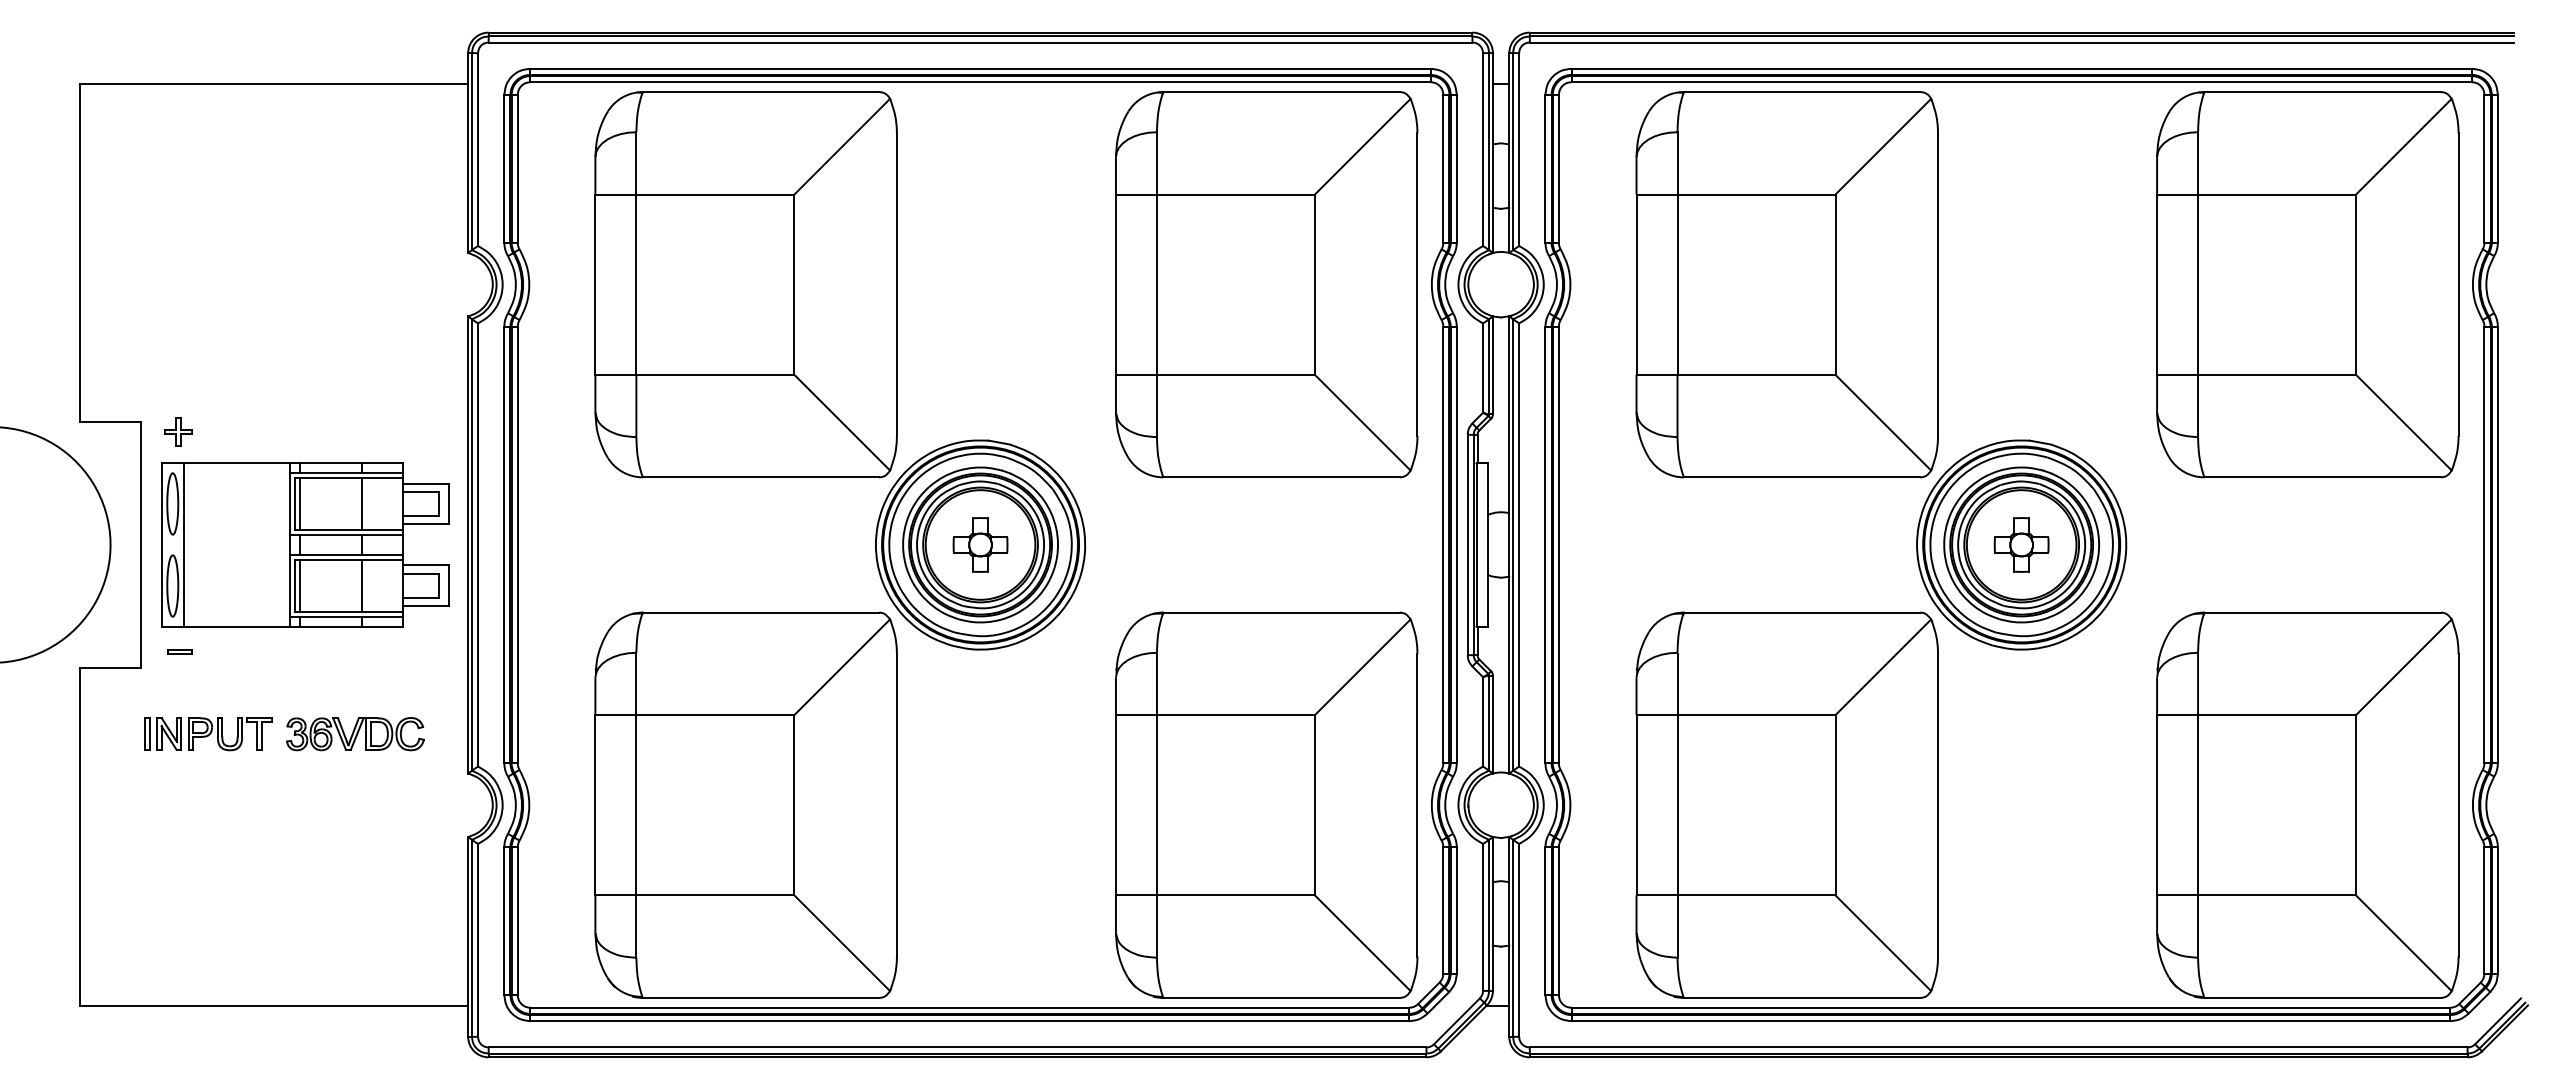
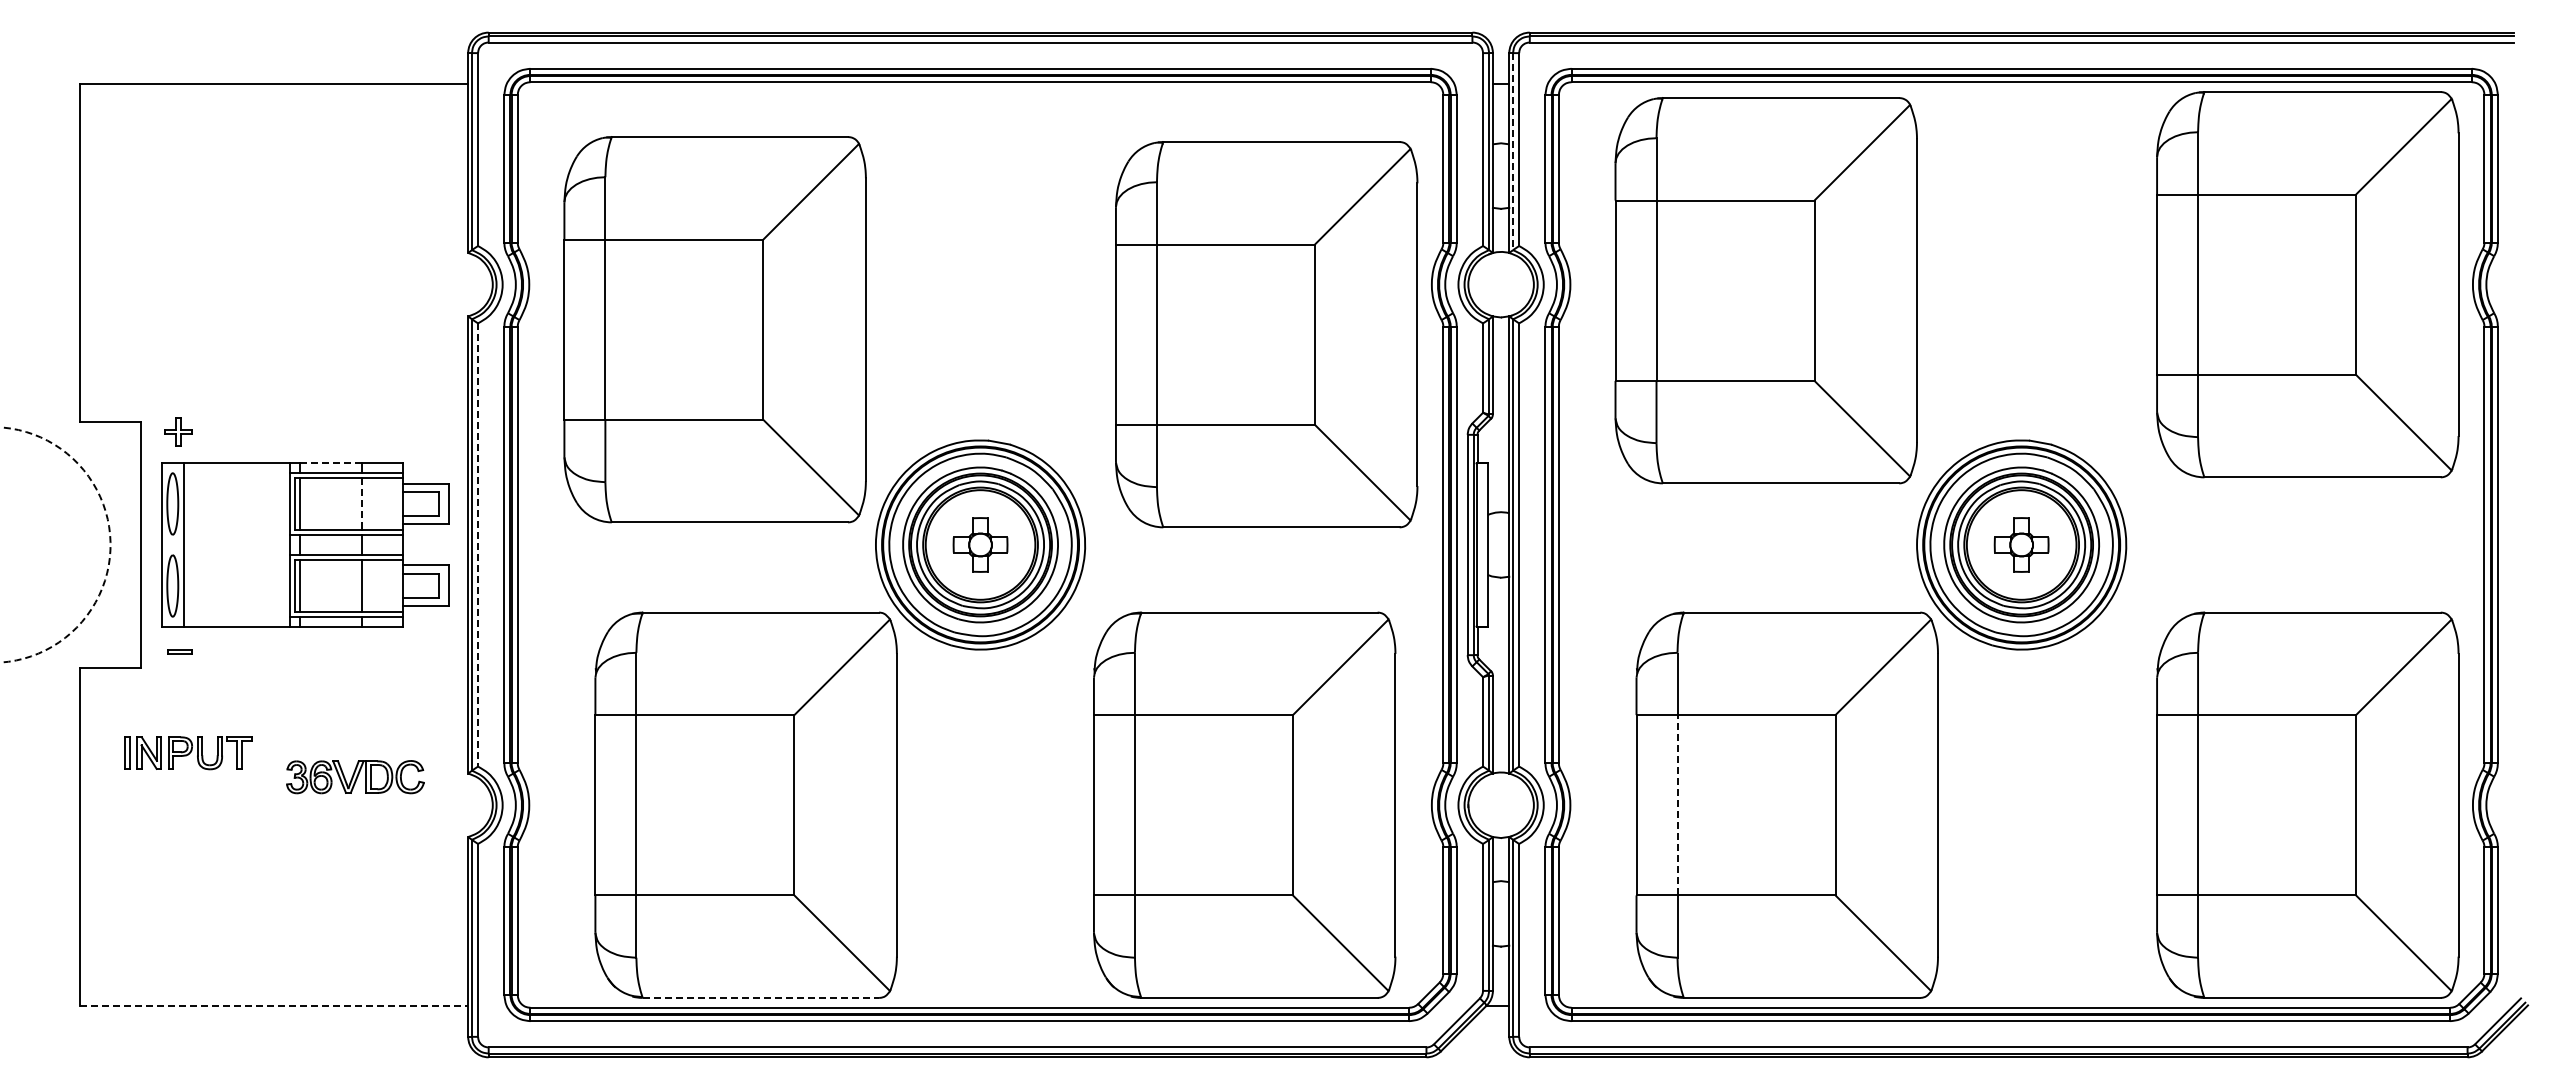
line at (1513, 151): solid -> dashed
part at (745, 284) position: (745, 284) -> (714, 329)
part at (1266, 284) position: (1266, 284) -> (1266, 334)
part at (1786, 284) position: (1786, 284) -> (1765, 290)
line at (330, 463): solid -> dashed
line at (361, 504): solid -> dashed
arc at (110, 544): solid -> dashed
line at (478, 544): solid -> dashed
part at (208, 734) position: (208, 734) -> (188, 753)
part at (355, 734) position: (355, 734) -> (355, 777)
part at (1266, 804) position: (1266, 804) -> (1244, 804)
line at (1677, 804): solid -> dashed
line at (761, 997): solid -> dashed
line at (274, 1006): solid -> dashed
